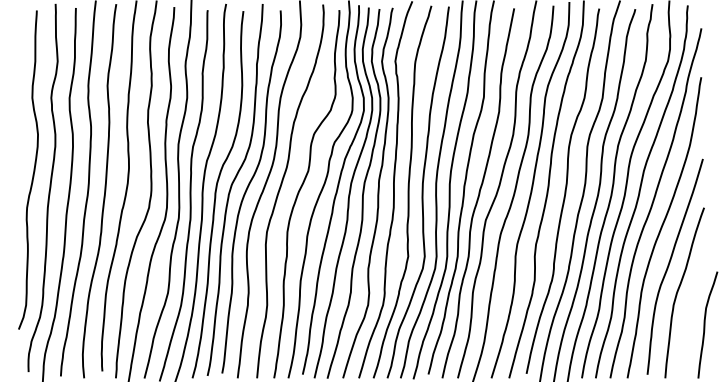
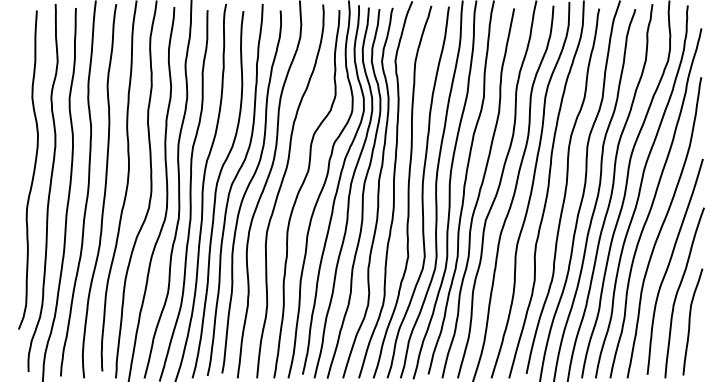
curve at (705, 324) position: (705, 324) -> (690, 321)
